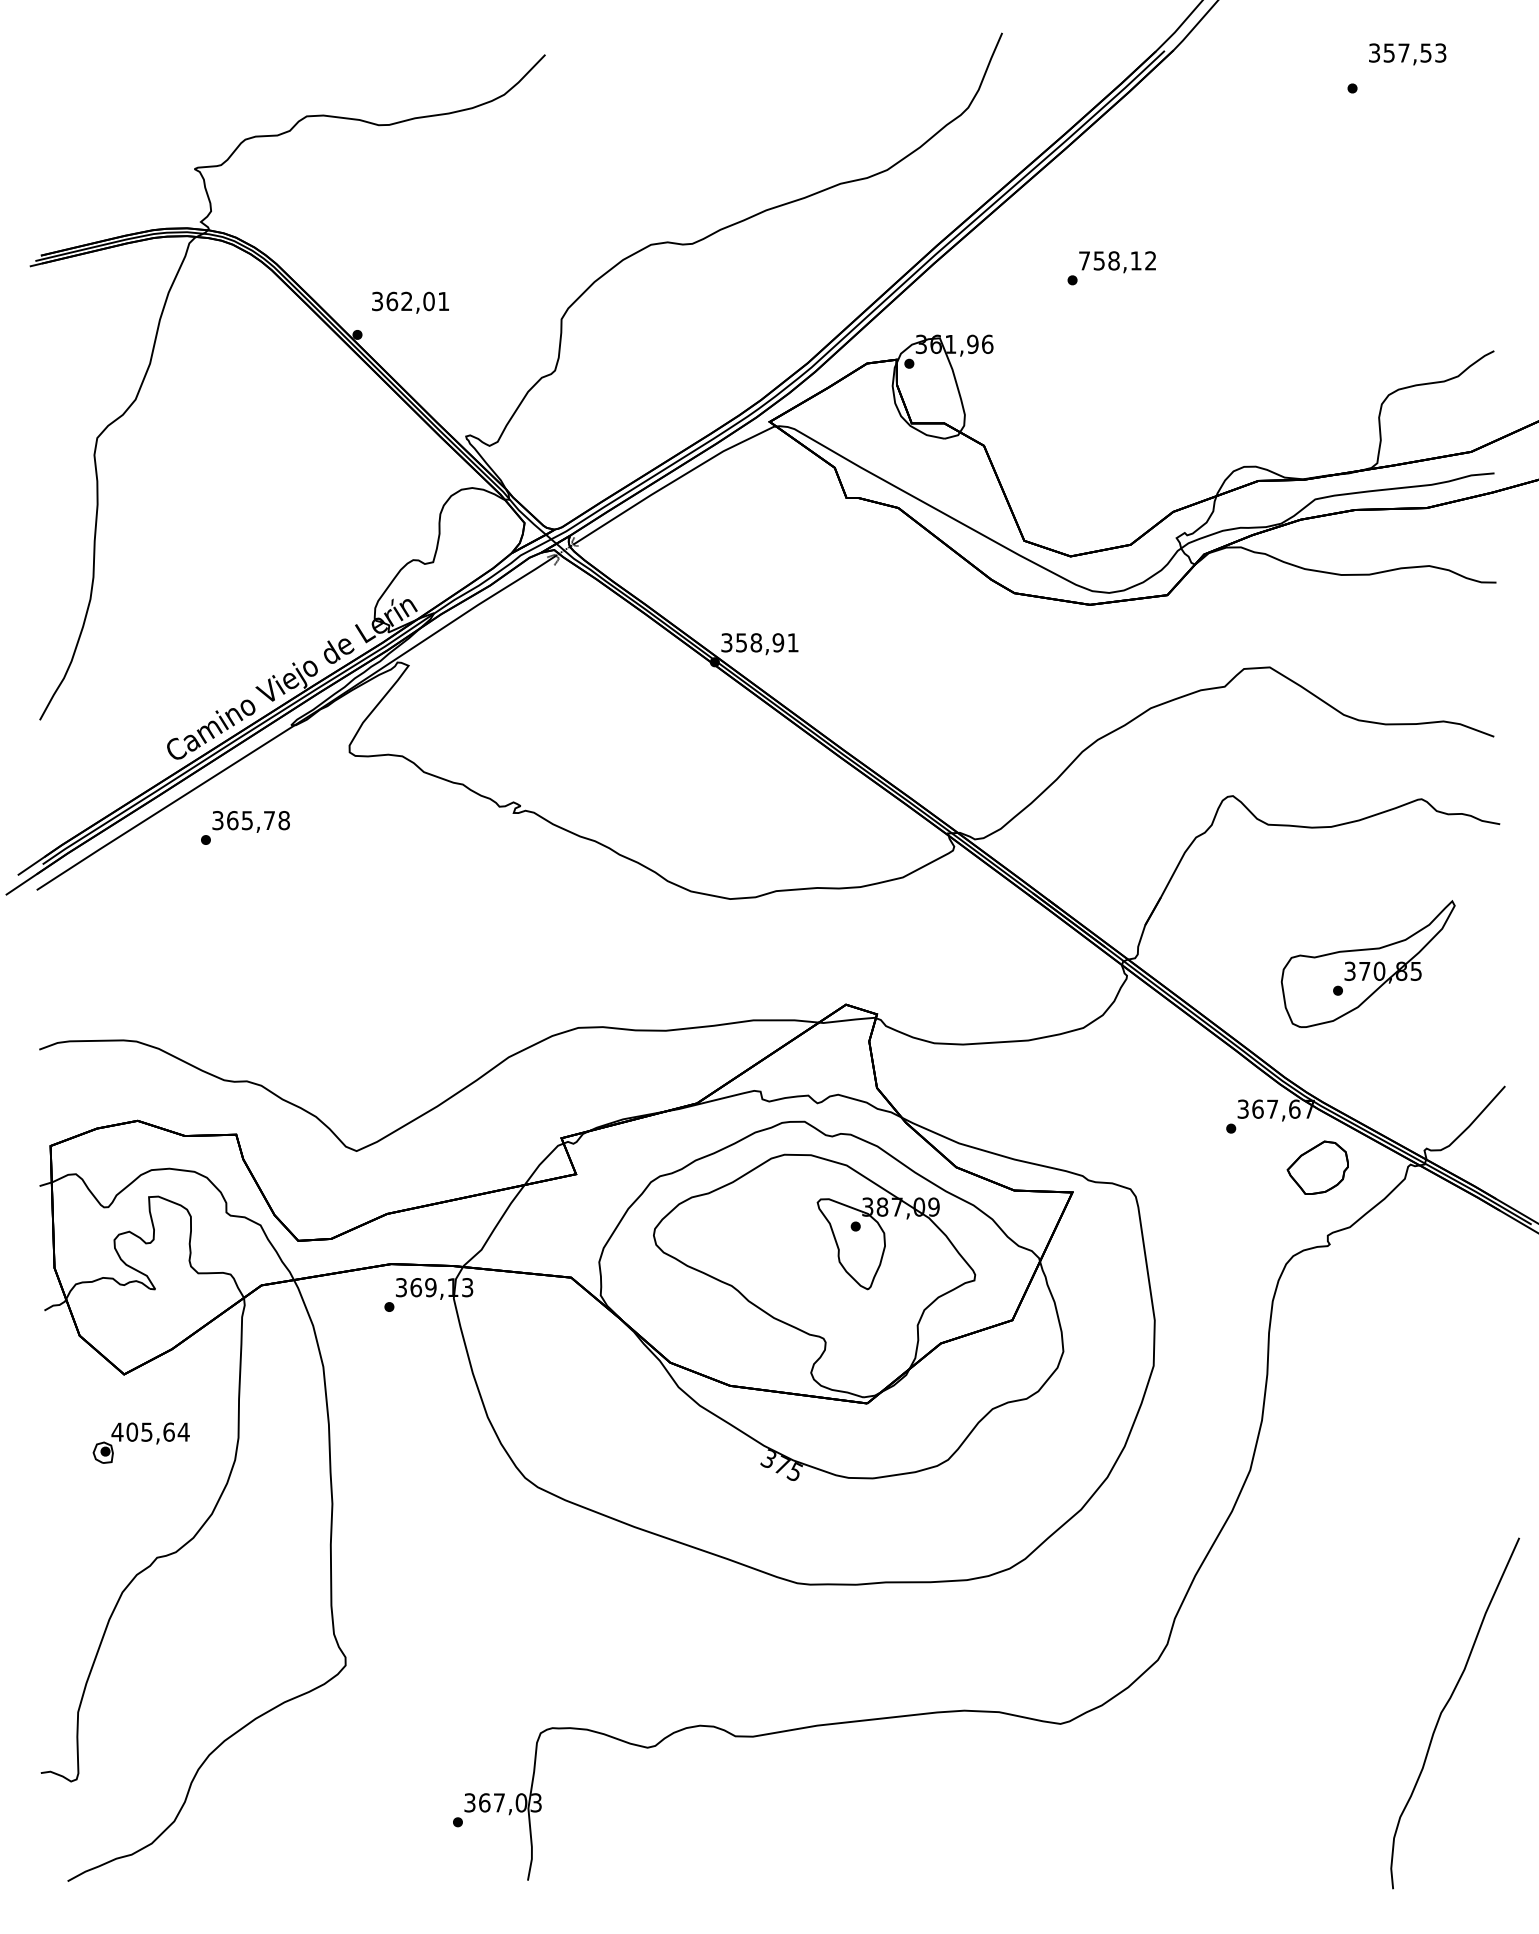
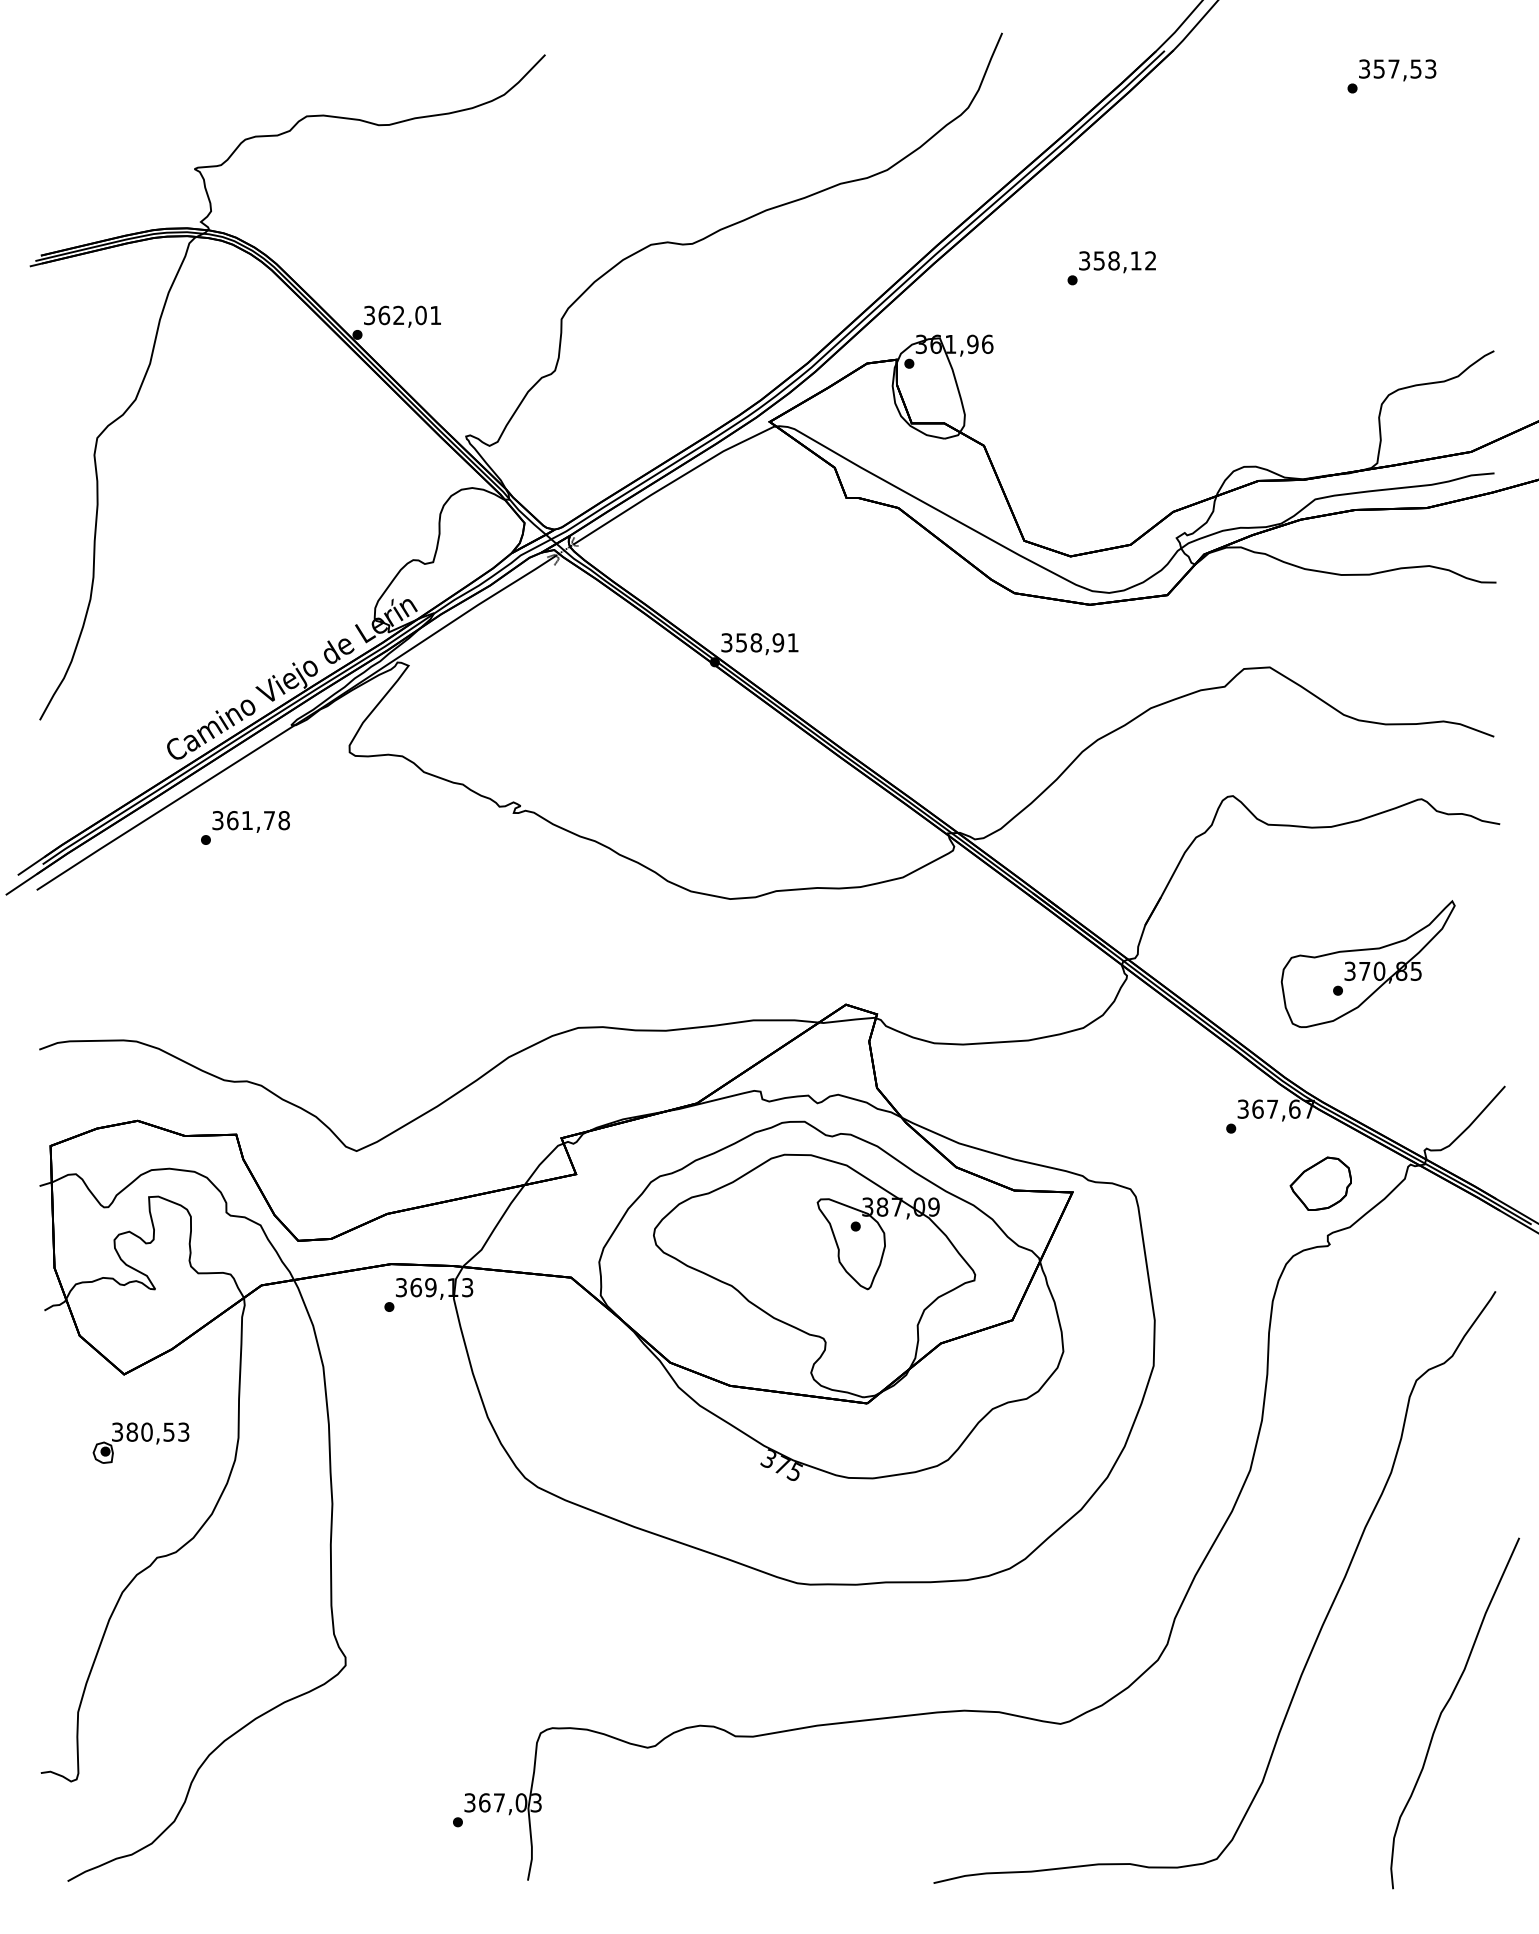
text at (1407, 54) position: (1407, 54) -> (1397, 70)
text at (1084, 260): 758,12 -> 358,12
text at (410, 302) position: (410, 302) -> (402, 316)
text at (247, 820): 365,78 -> 361,78
part at (1317, 1167) position: (1317, 1167) -> (1320, 1183)
text at (150, 1431): 405,64 -> 380,53
part at (1317, 1634): none -> present
